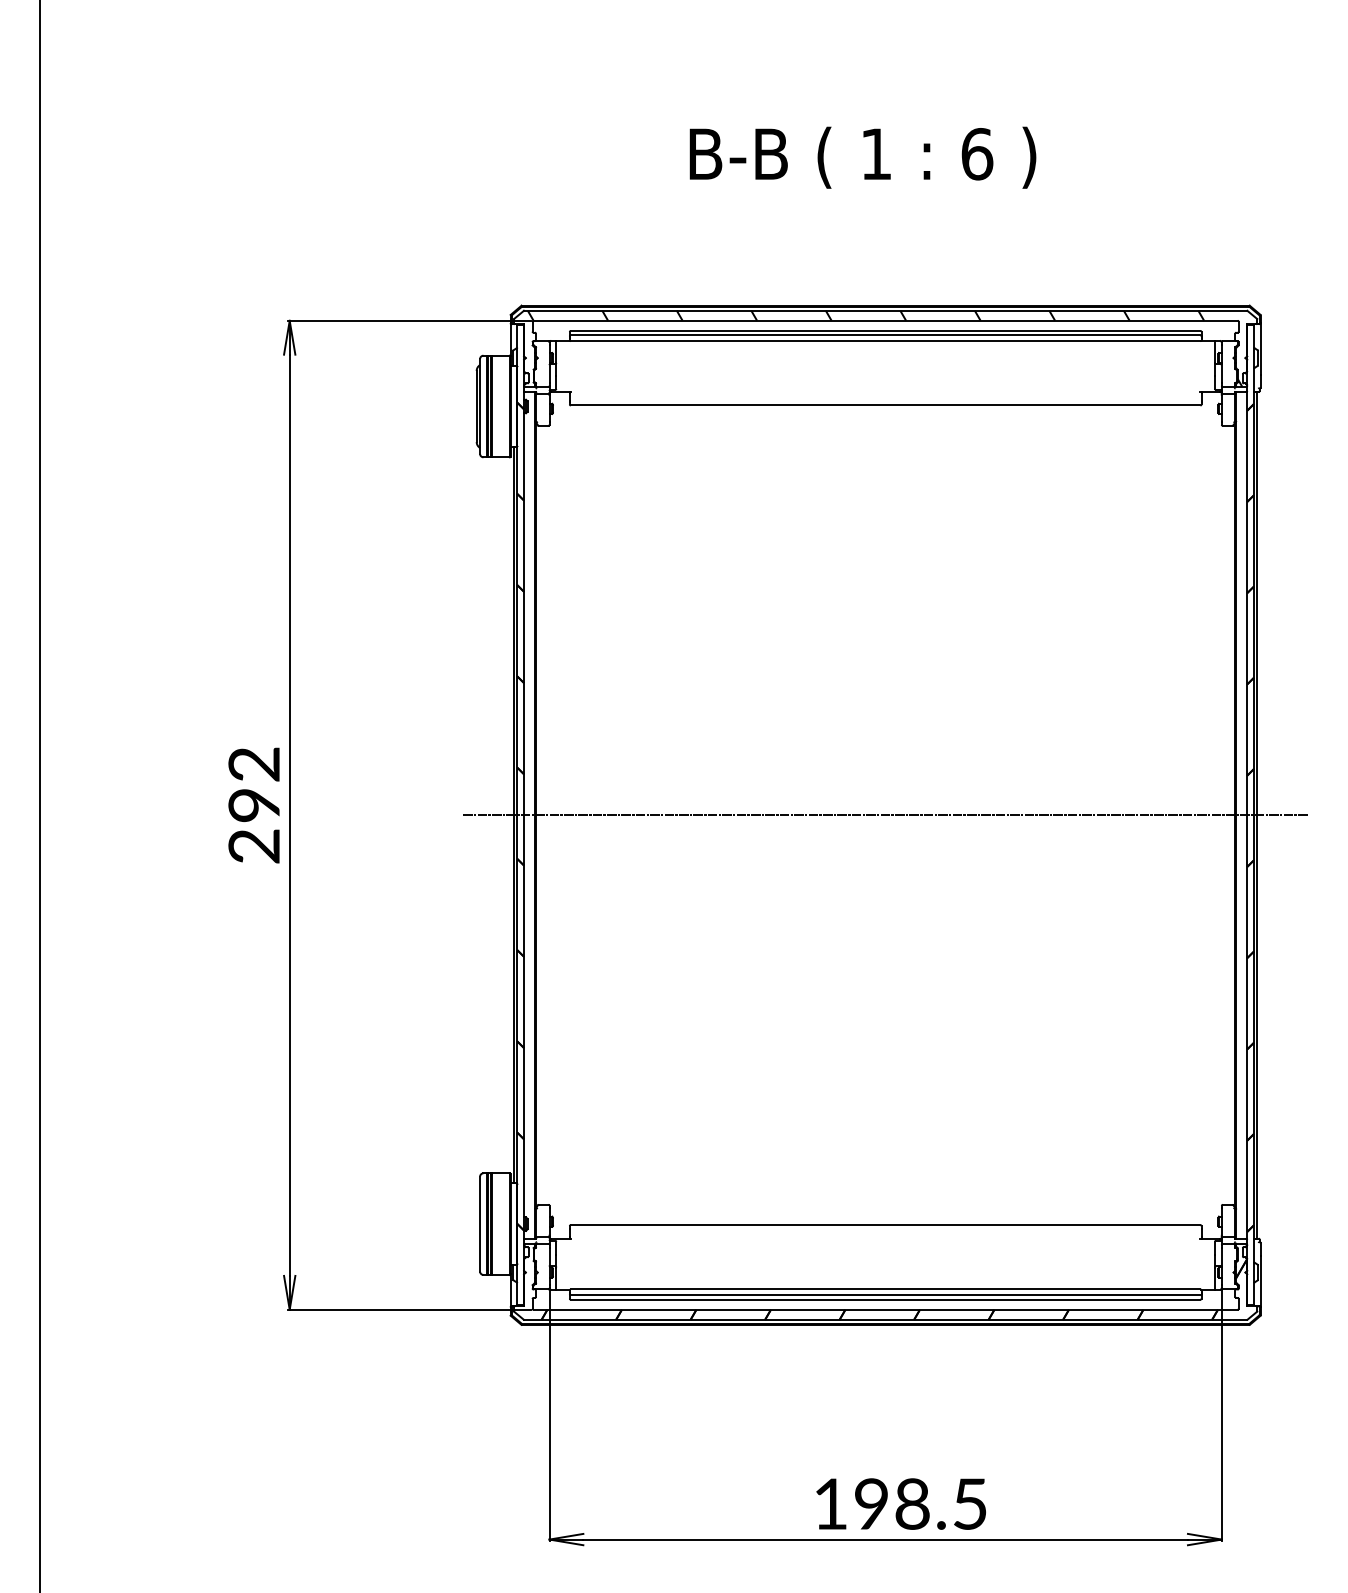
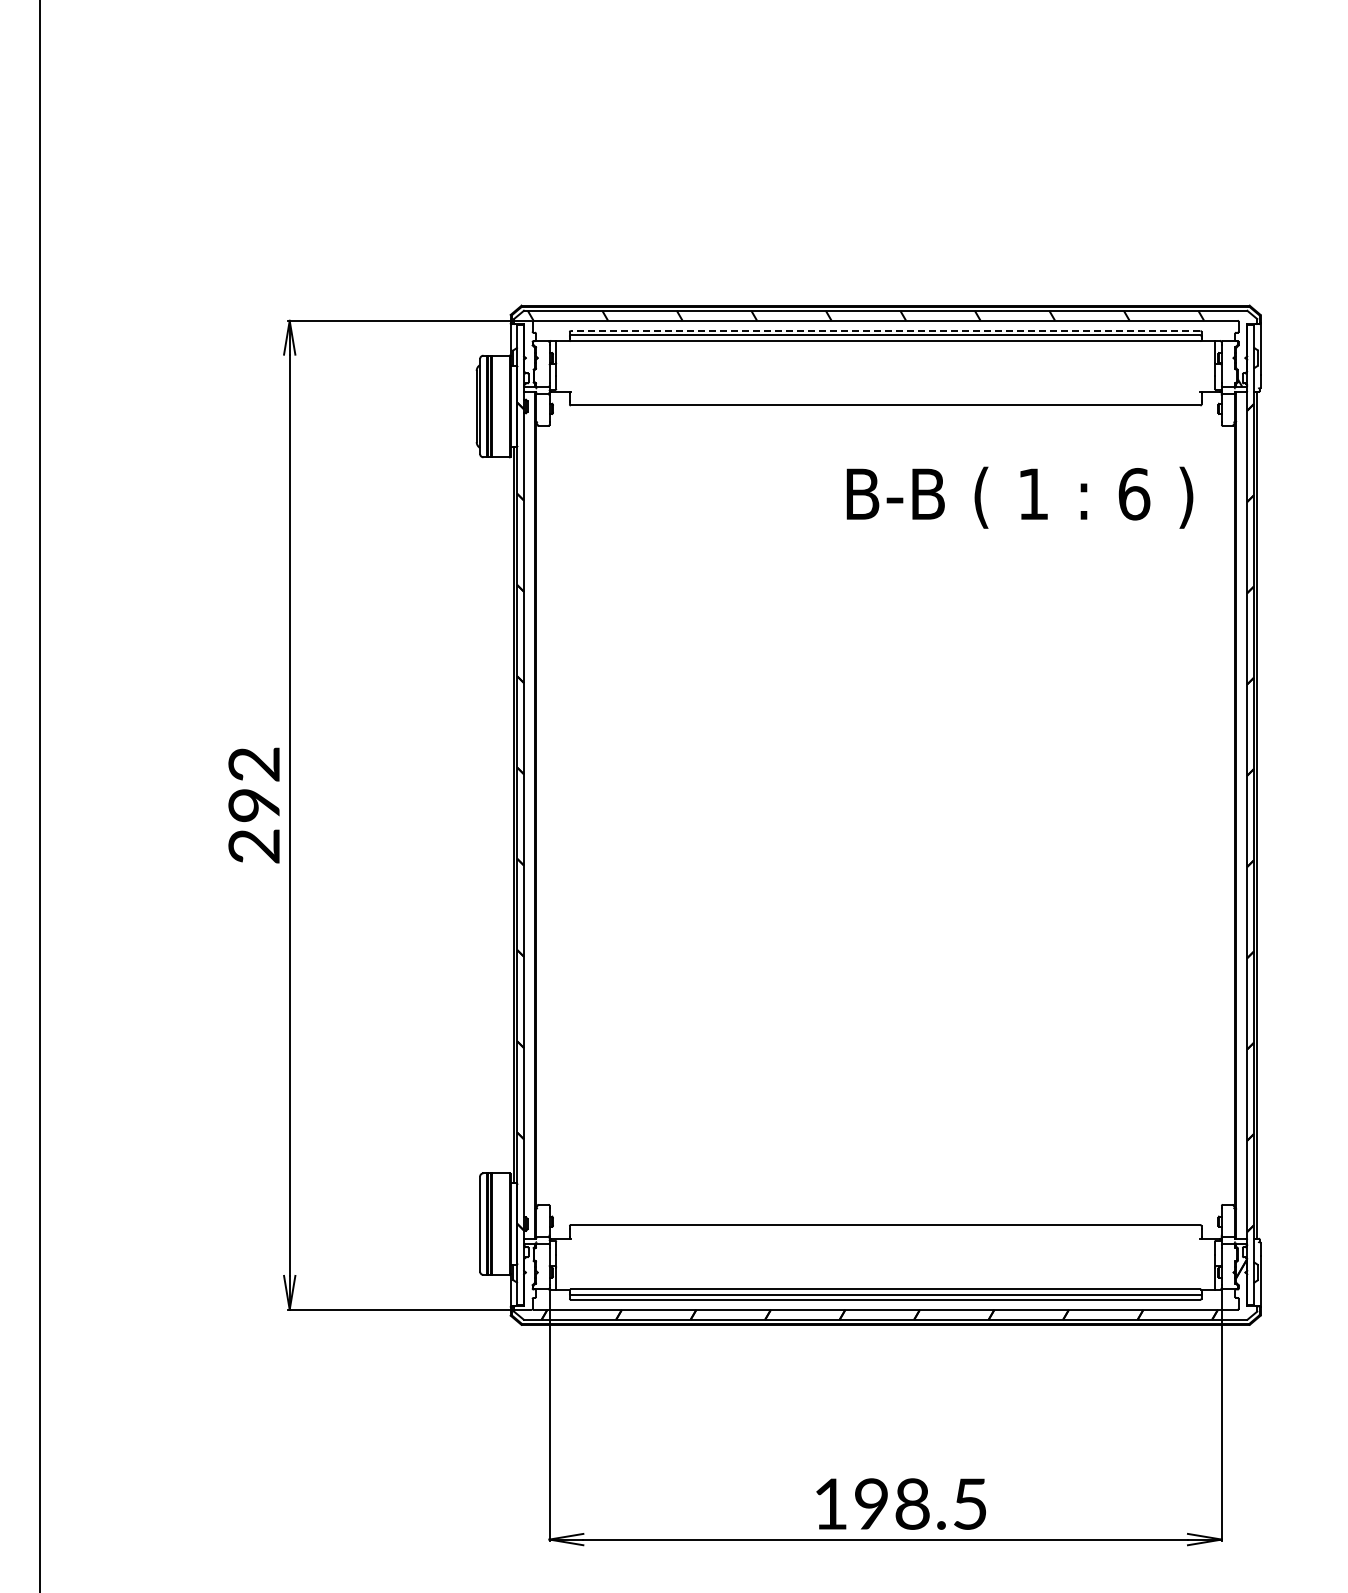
text at (862, 157) position: (862, 157) -> (1019, 497)
line at (885, 330): solid -> dashed
line at (885, 815): present -> none
